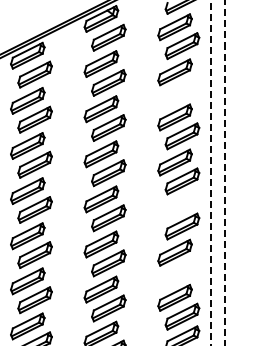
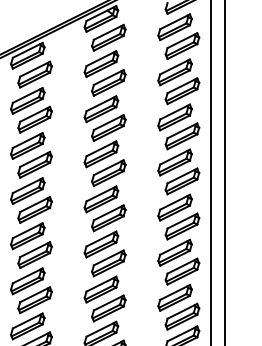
part at (182, 91): none -> present
line at (211, 172): dashed -> solid
line at (224, 173): dashed -> solid
part at (174, 207): none -> present
part at (182, 271): none -> present
